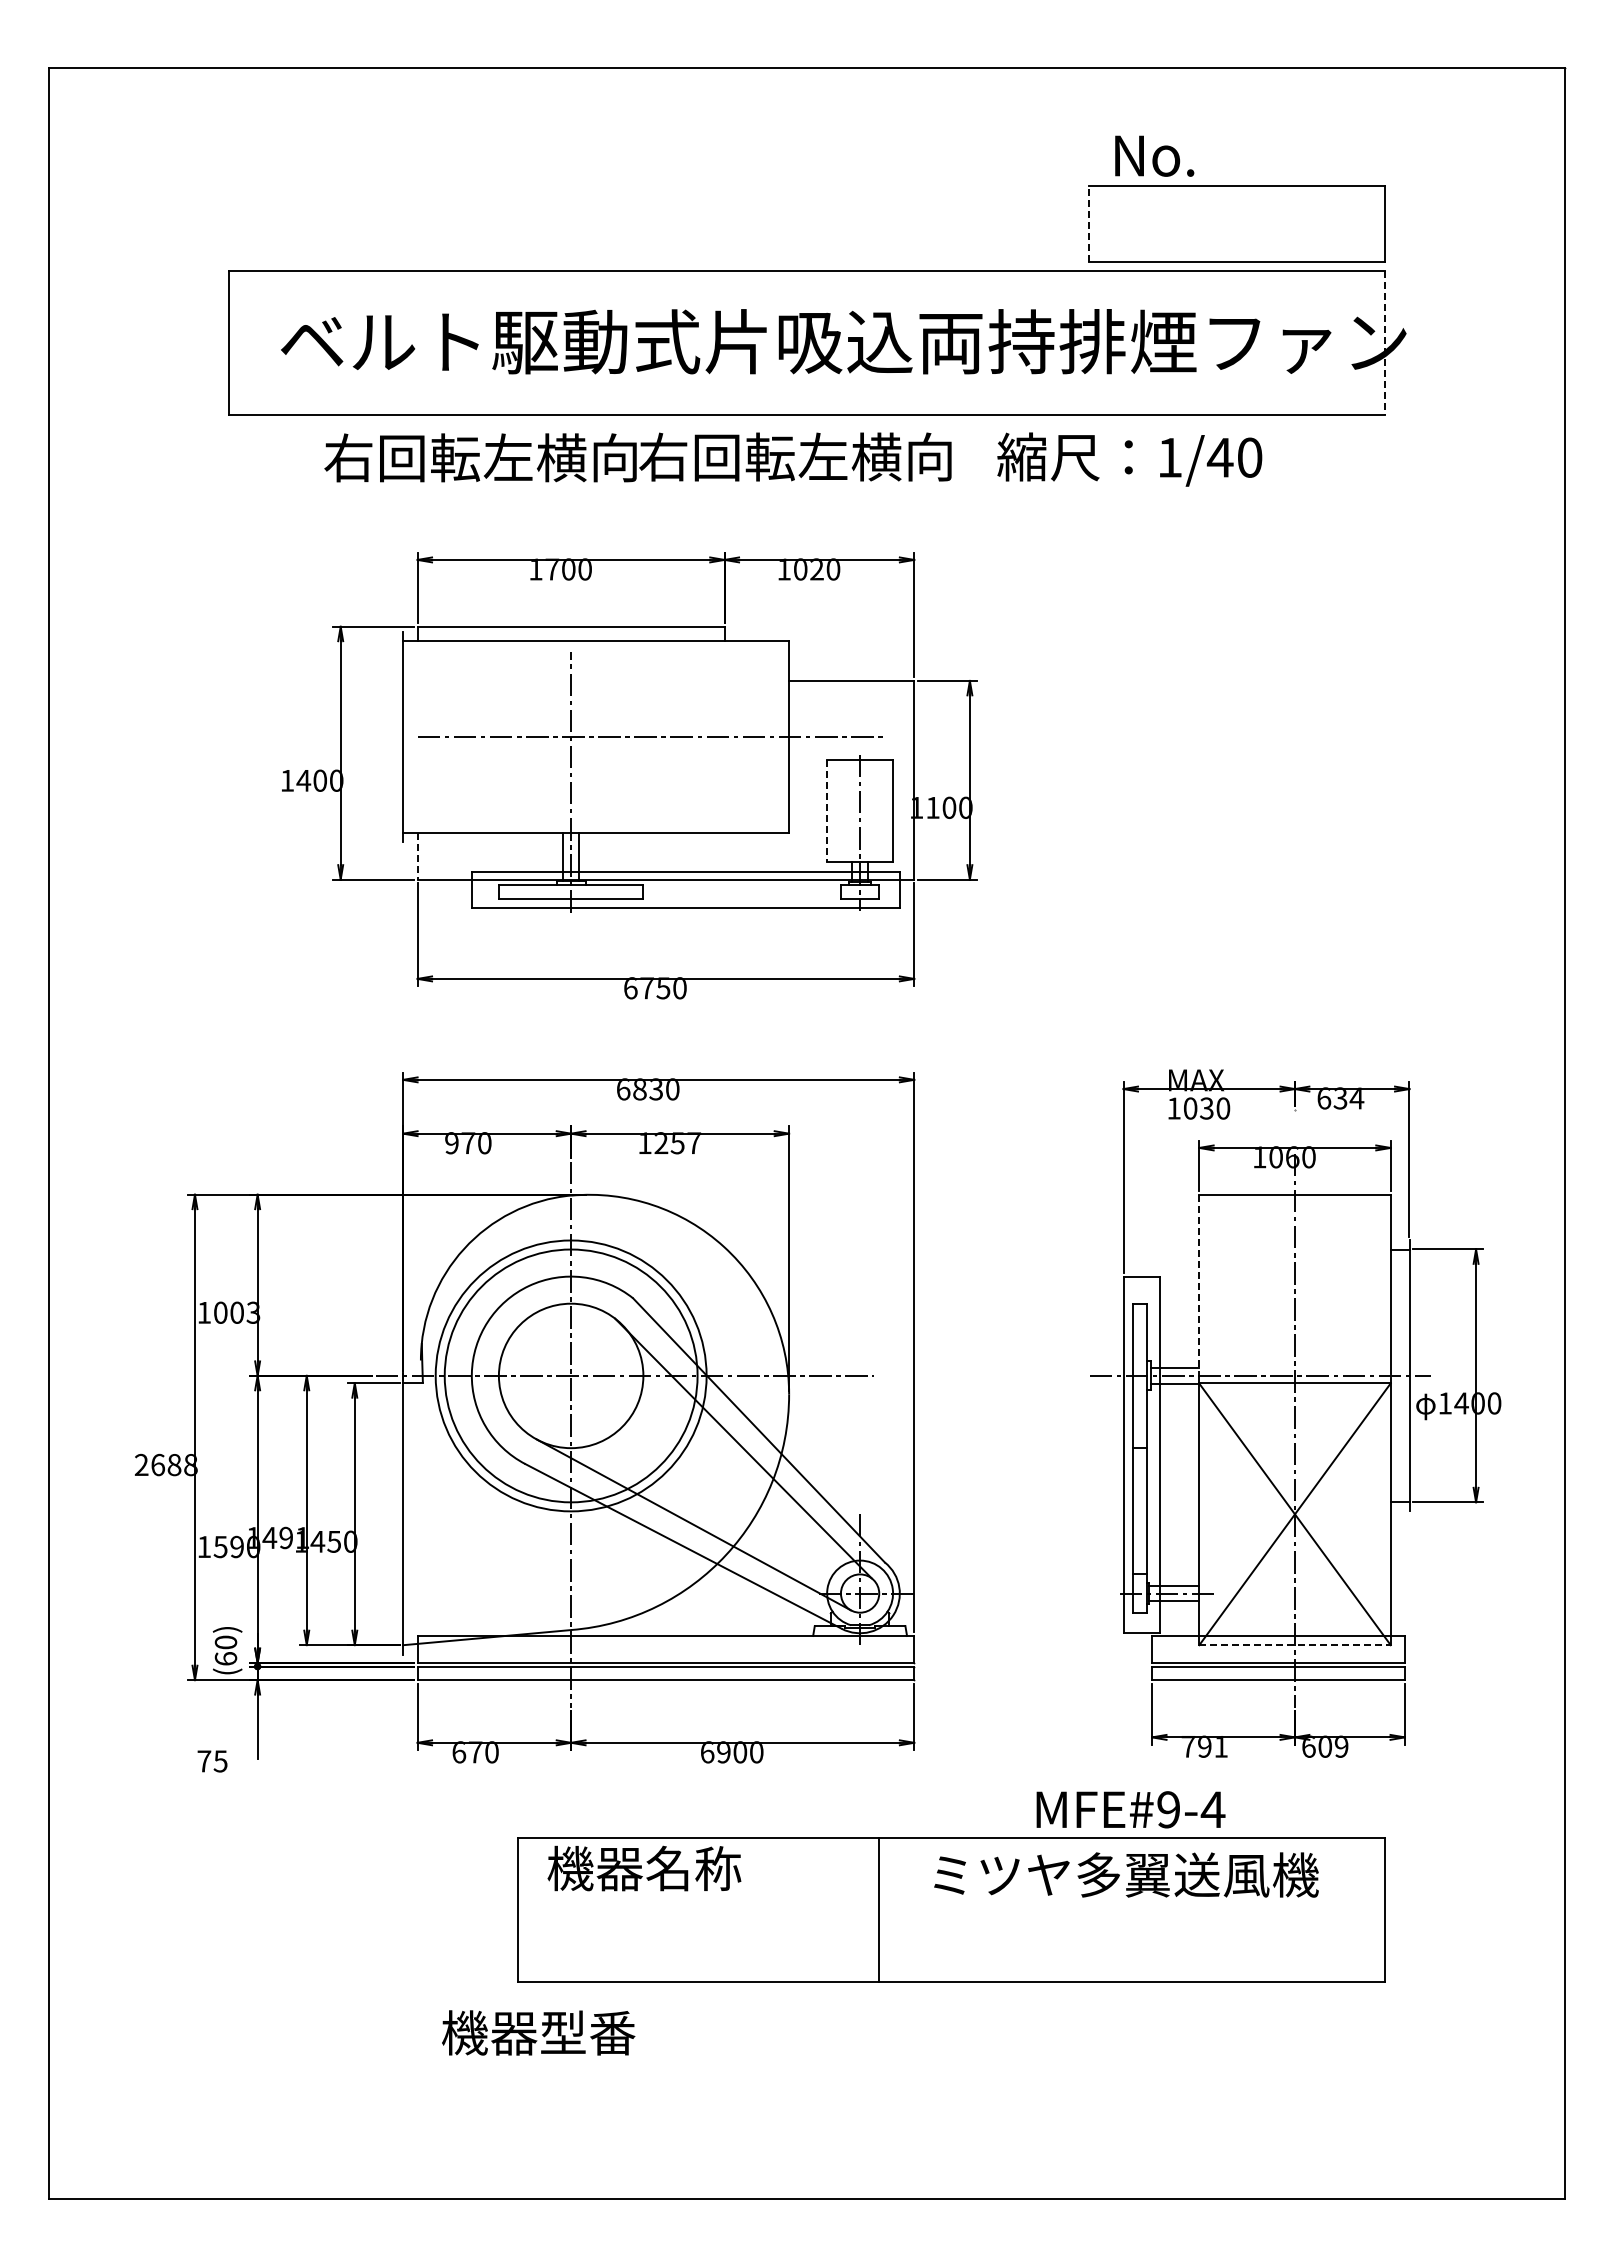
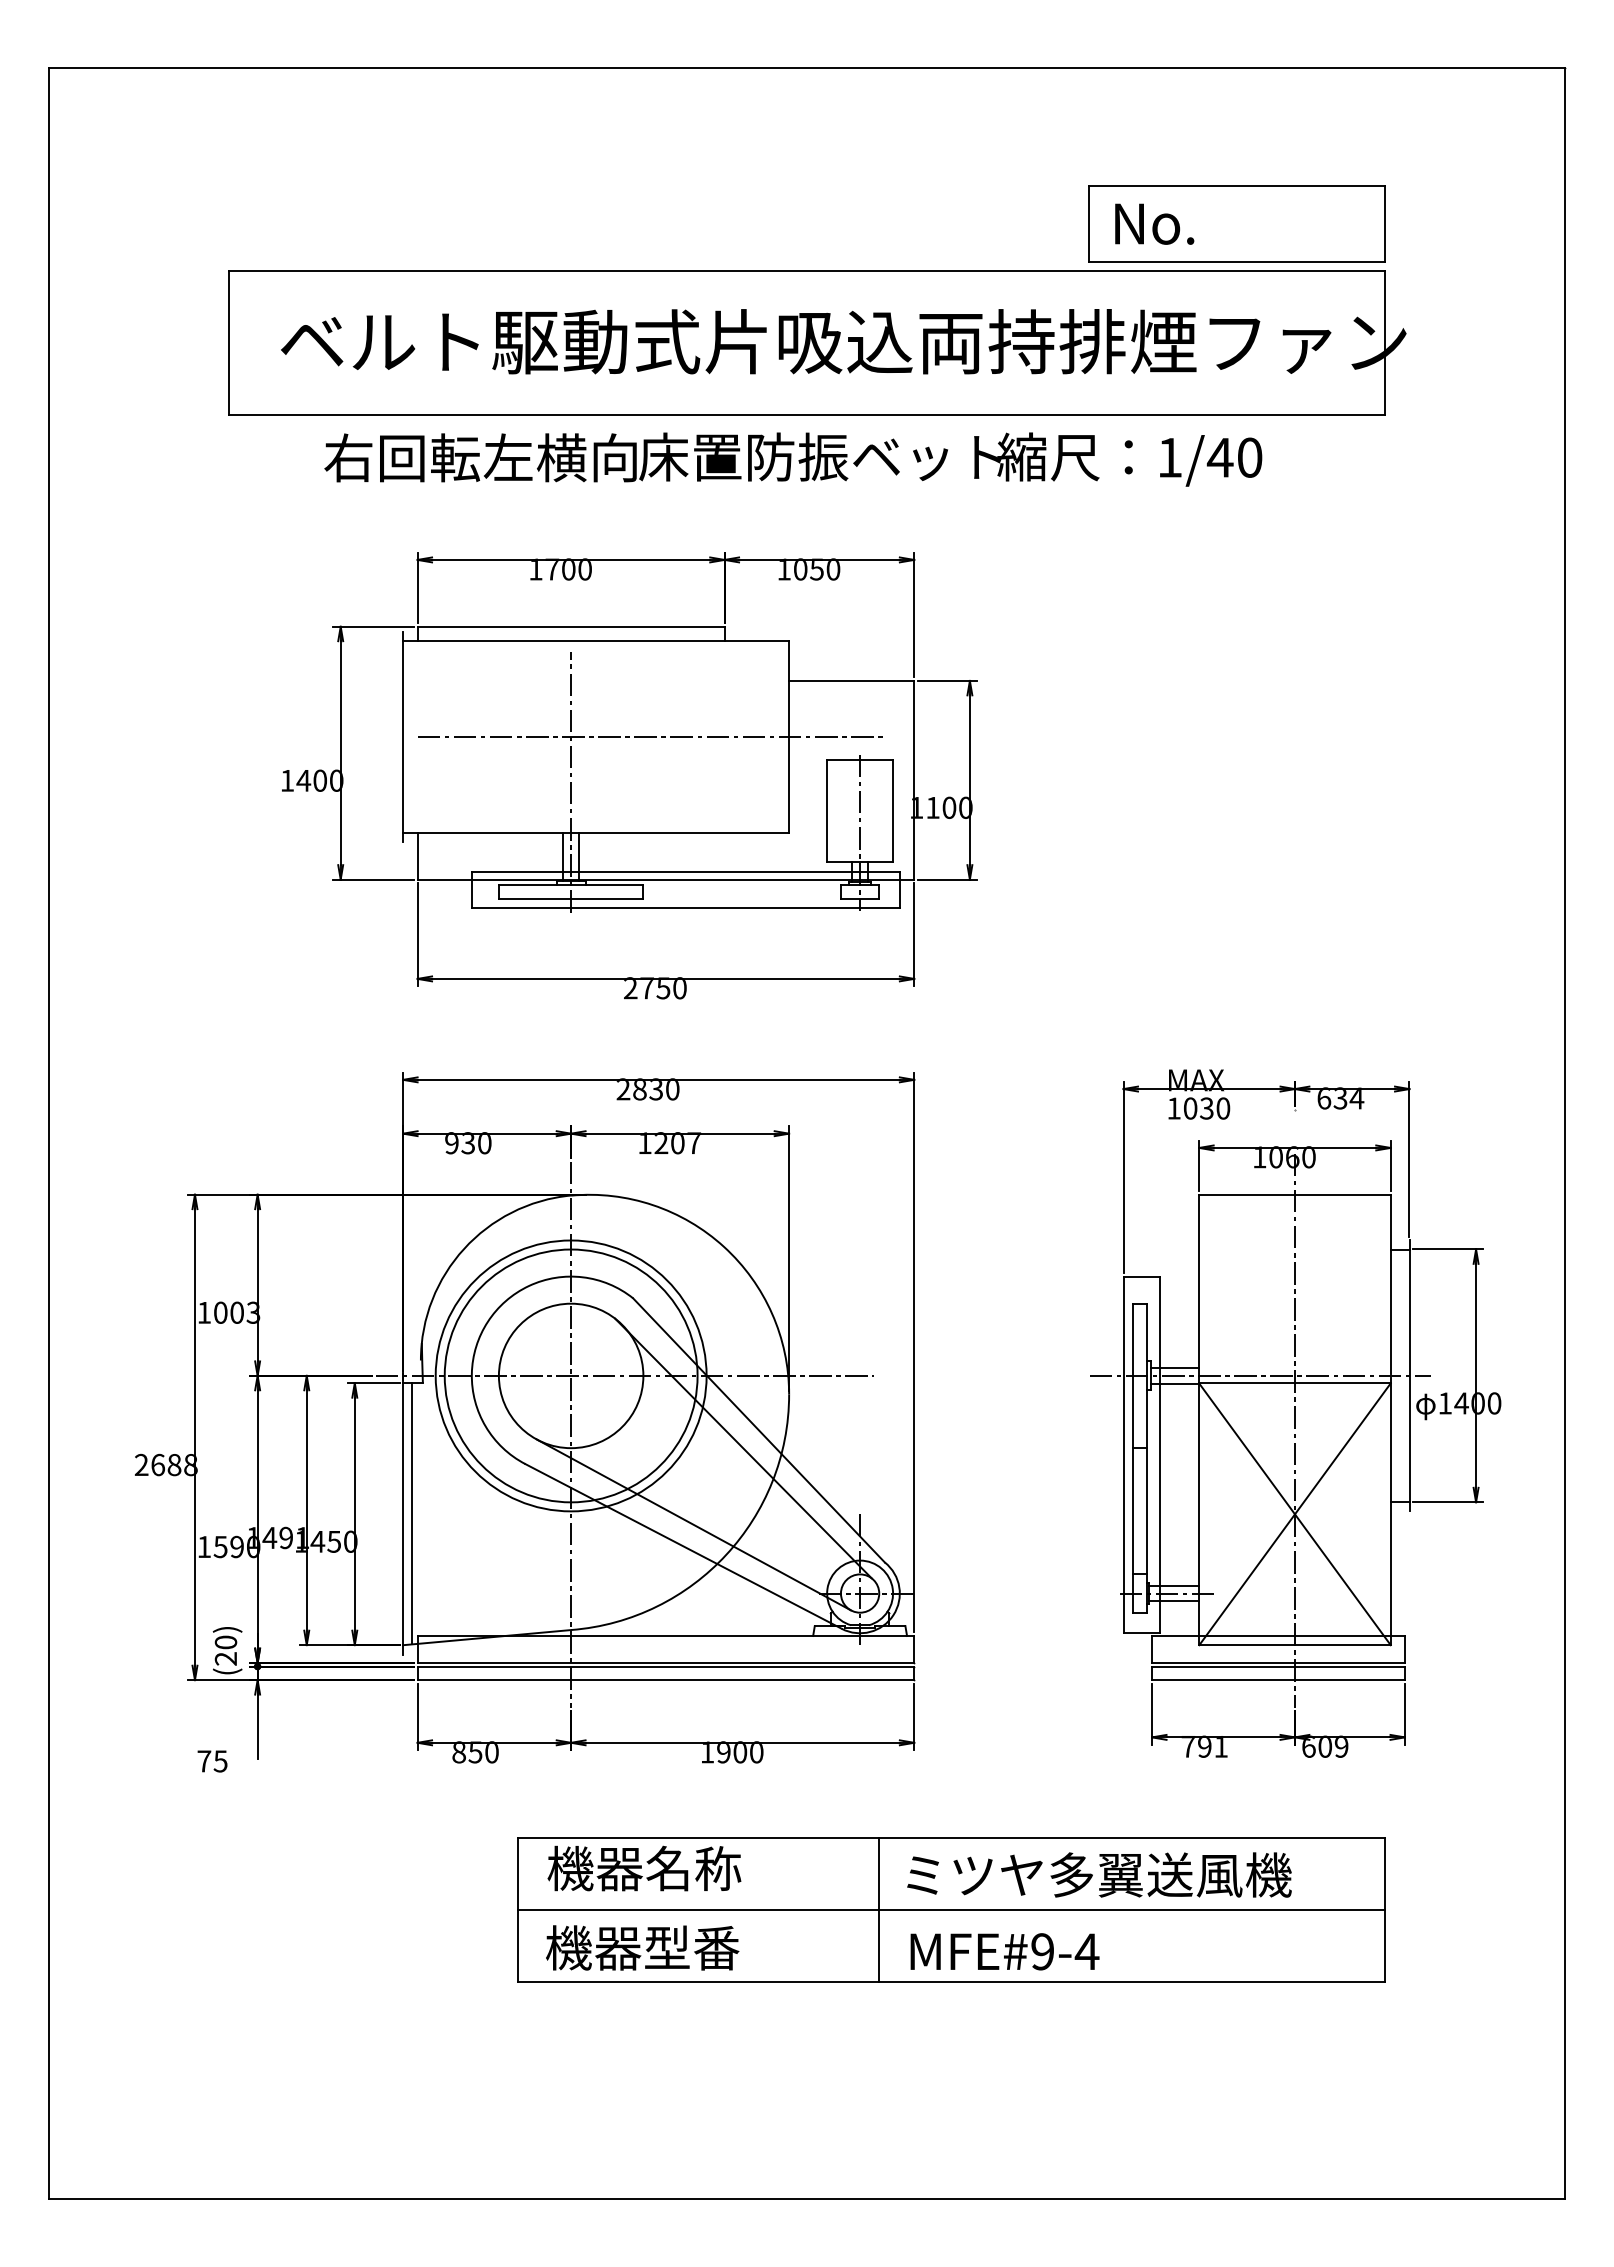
text at (1154, 155) position: (1154, 155) -> (1154, 223)
line at (1089, 223): dashed -> solid
line at (1384, 343): dashed -> solid
text at (820, 456): 右回転左横向 -> 床置防振ベット
text at (816, 569): 1020 -> 1050
line at (827, 811): dashed -> solid
line at (417, 856): dashed -> solid
text at (630, 988): 6750 -> 2750
text at (623, 1089): 6830 -> 2830
text at (468, 1143): 970 -> 930
text at (677, 1143): 1257 -> 1207
line at (1199, 1285): dashed -> solid
line at (412, 1513): none -> present
line at (1295, 1645): dashed -> solid
text at (225, 1658): (60) -> (20)
text at (467, 1752): 670 -> 850
text at (707, 1752): 6900 -> 1900
text at (1130, 1809) position: (1130, 1809) -> (1004, 1951)
text at (1126, 1874) position: (1126, 1874) -> (1099, 1874)
line at (951, 1910): none -> present
text at (538, 2032) position: (538, 2032) -> (642, 1947)
